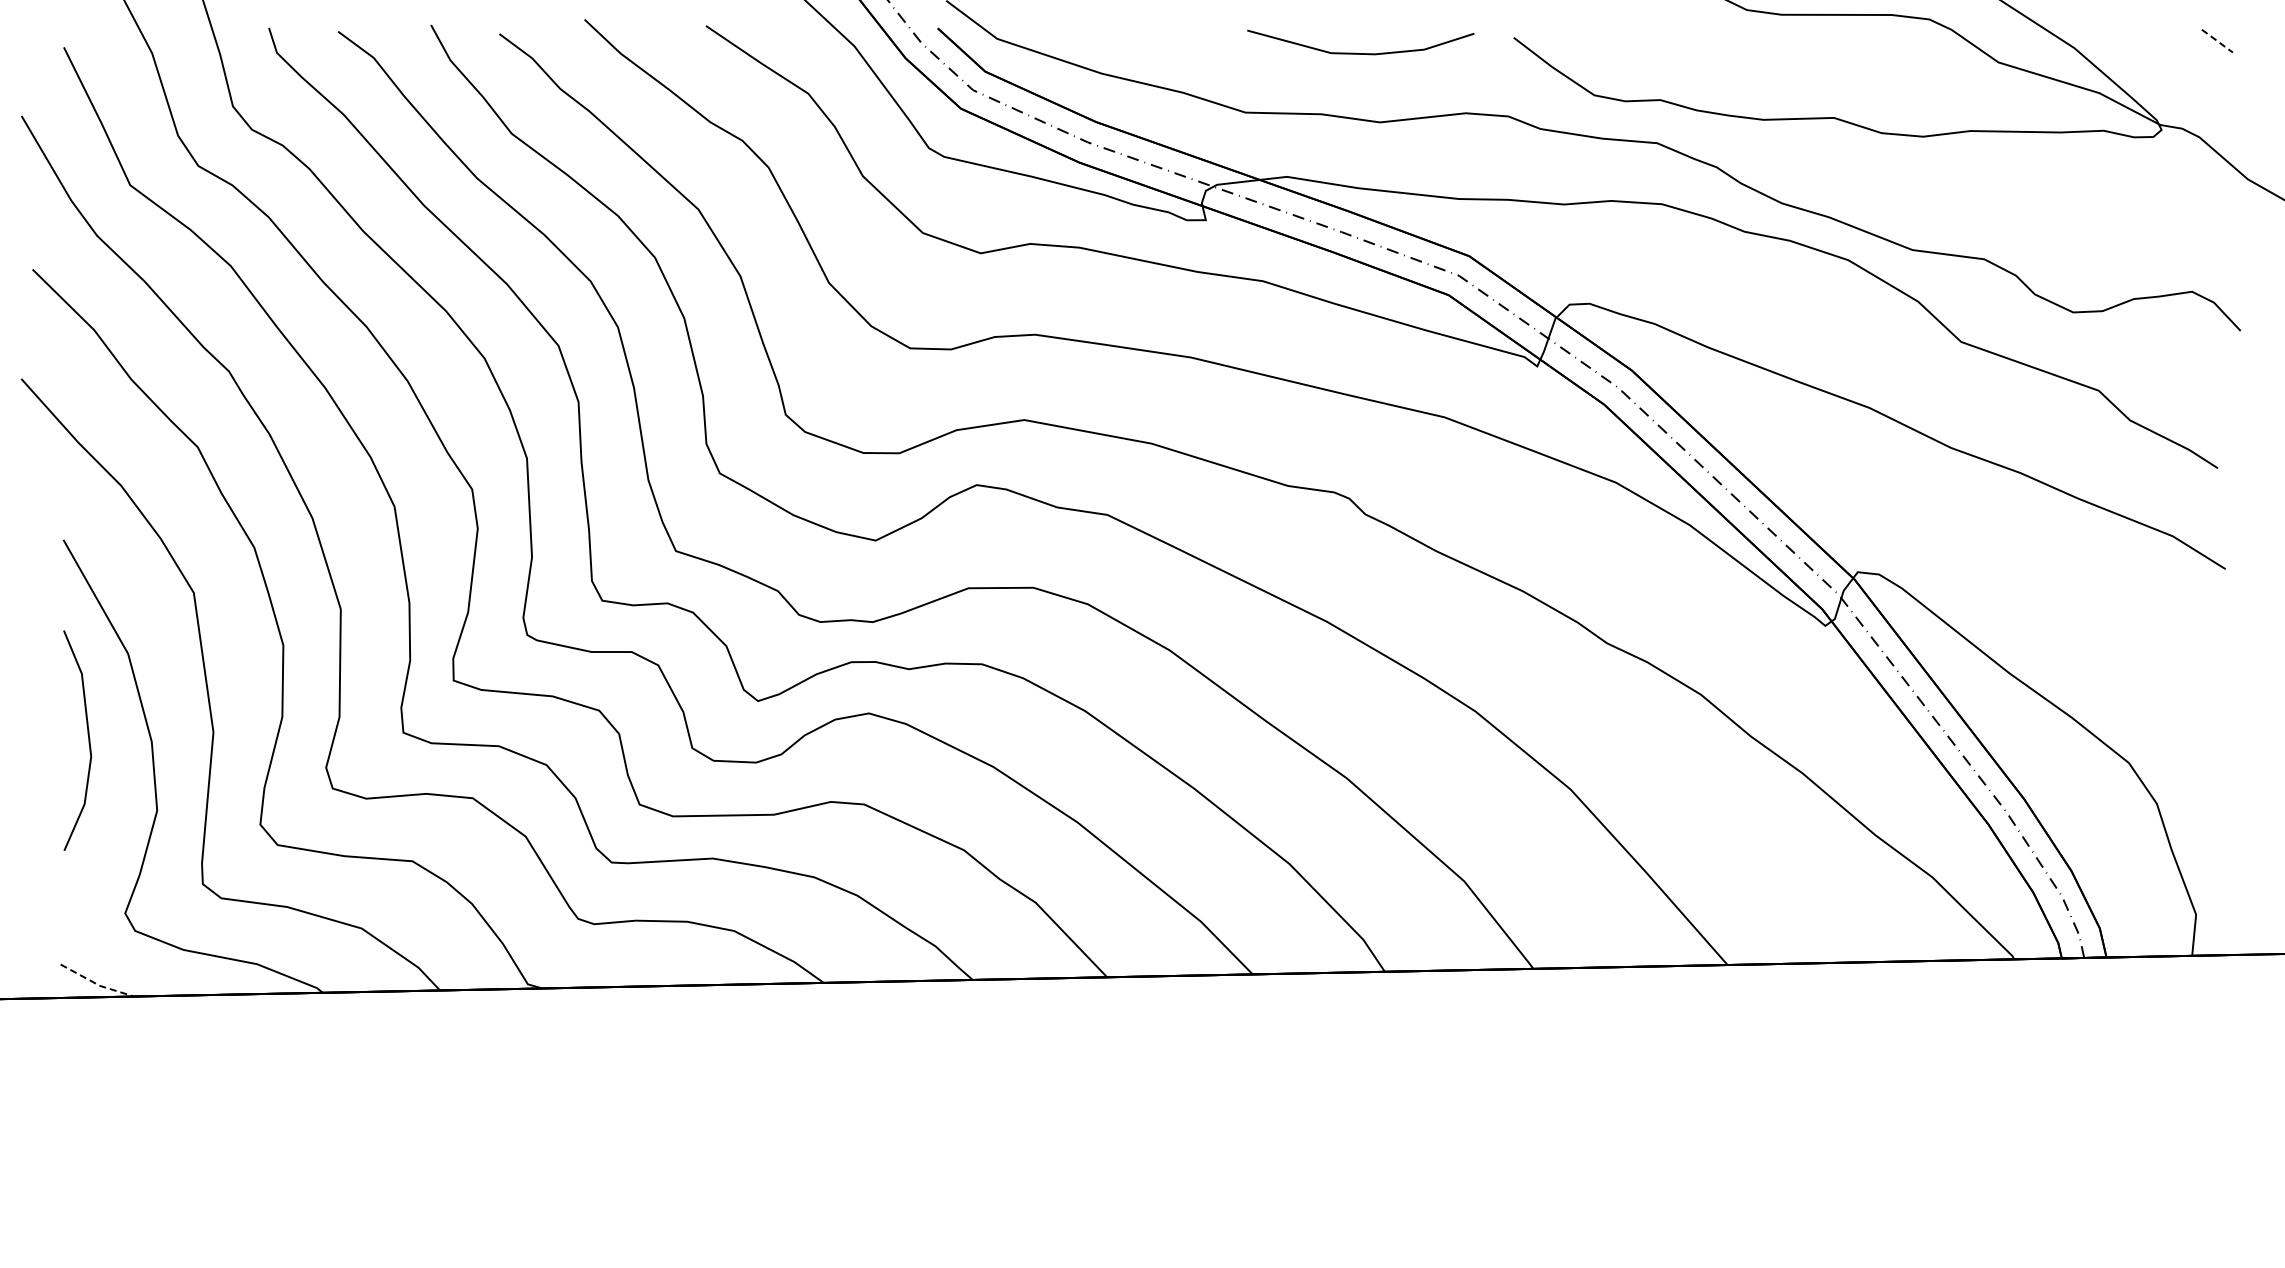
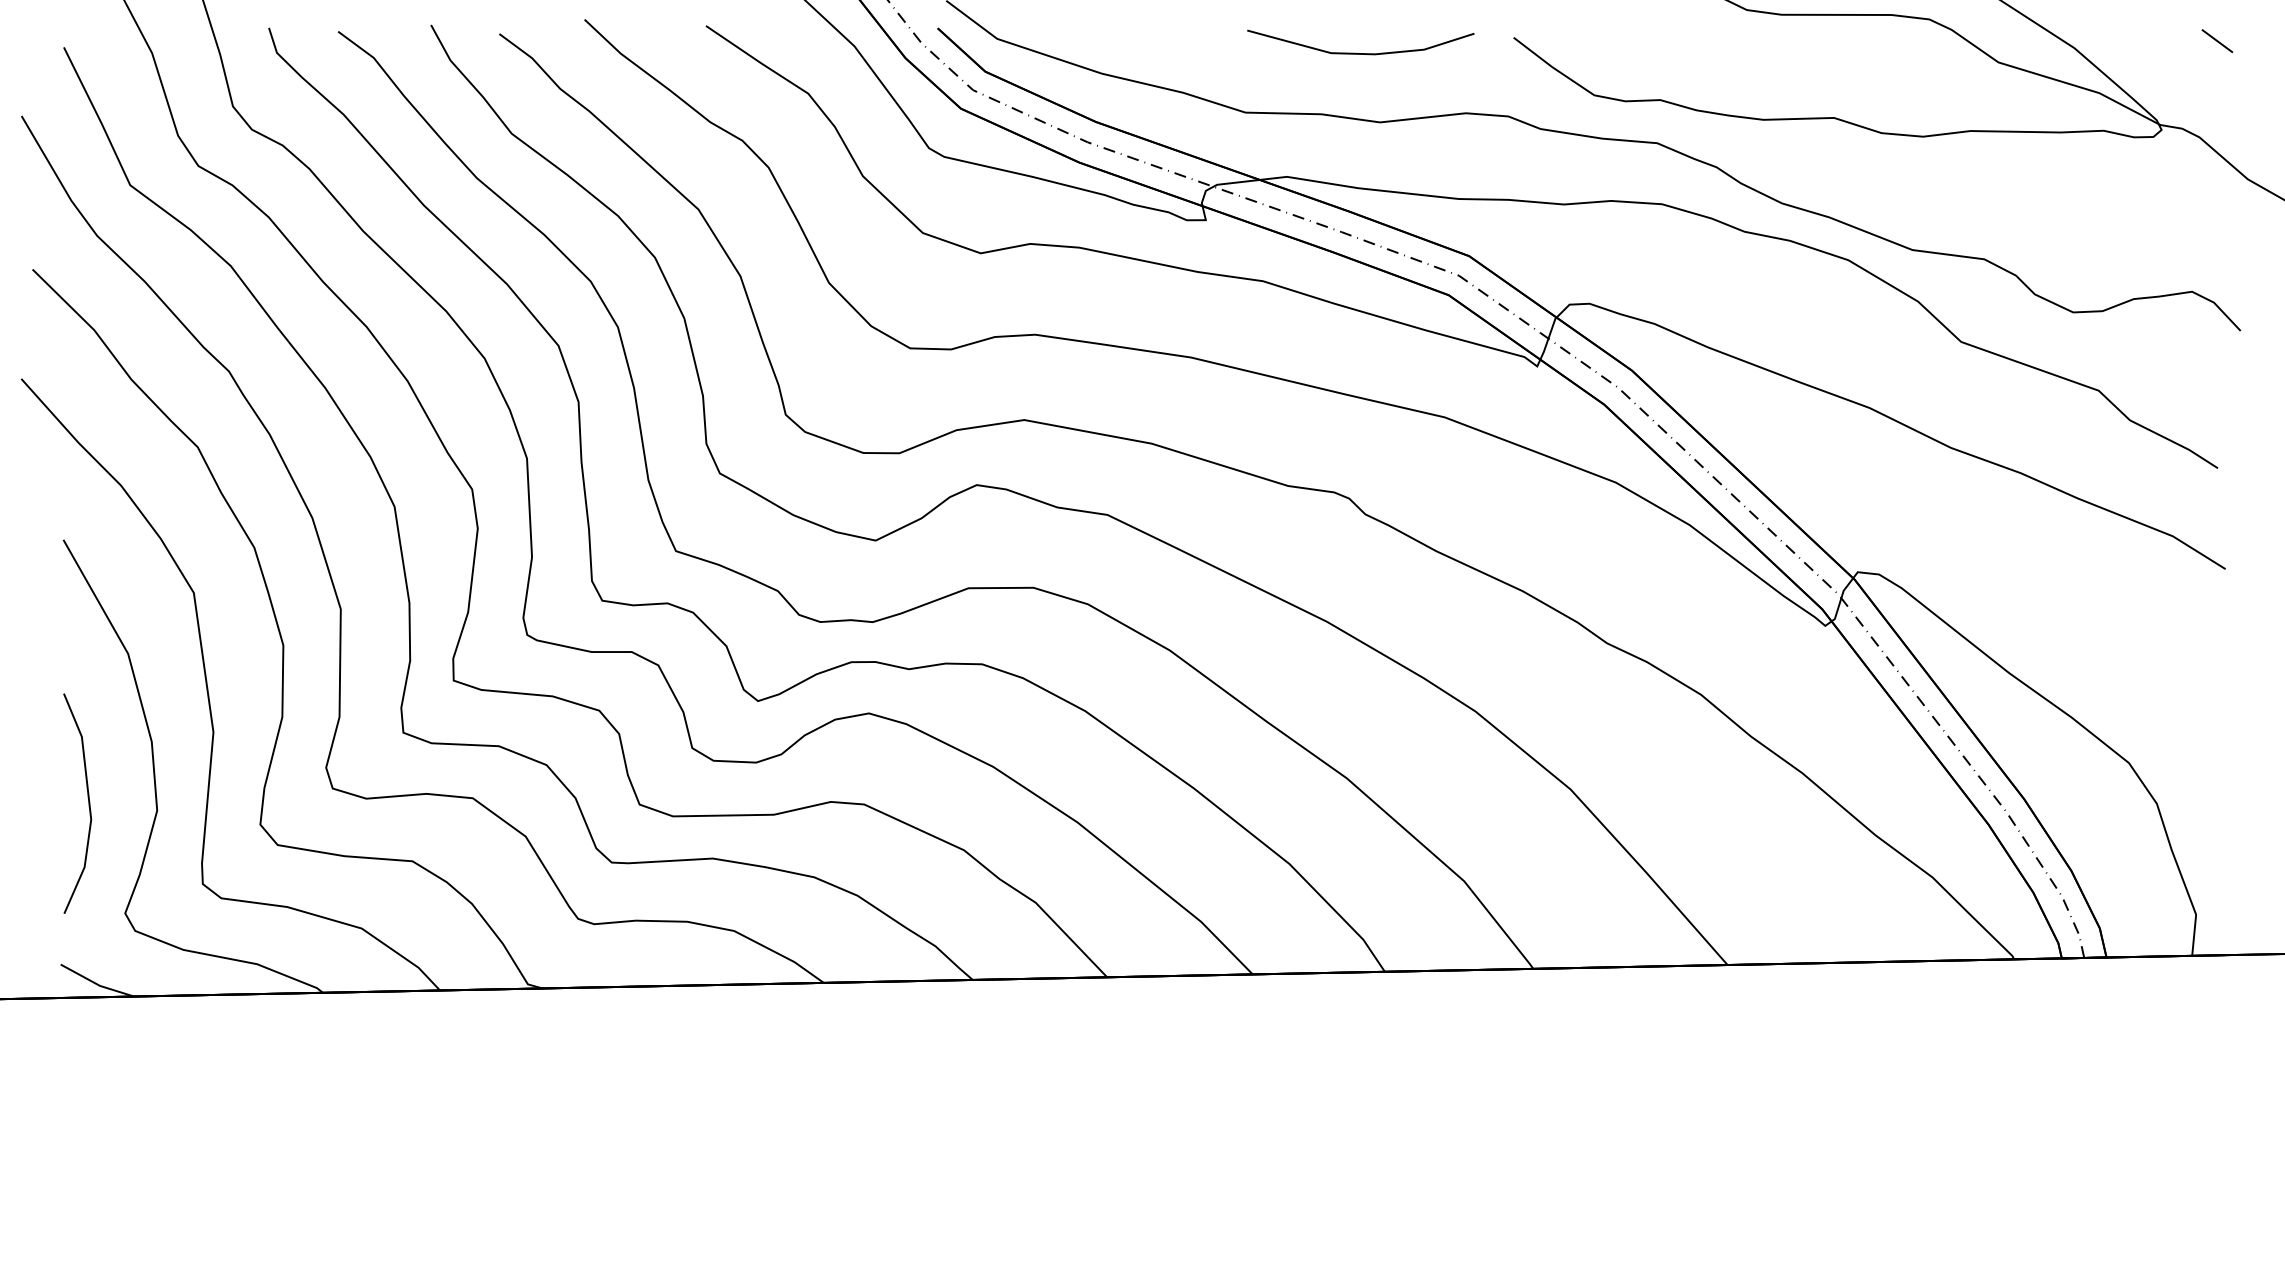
line at (2217, 41): dashed -> solid
line at (88, 740) position: (88, 740) -> (88, 803)
line at (96, 984): dashed -> solid
